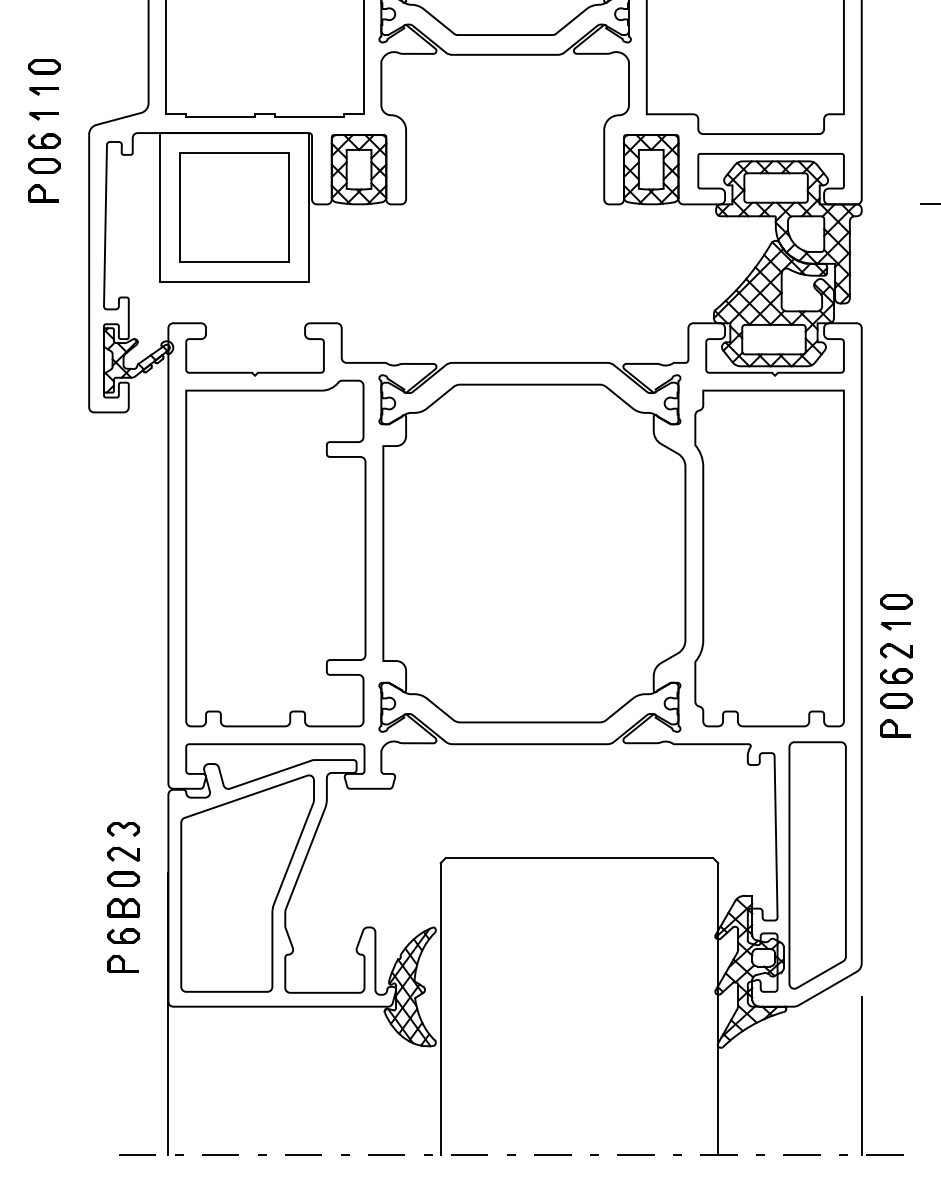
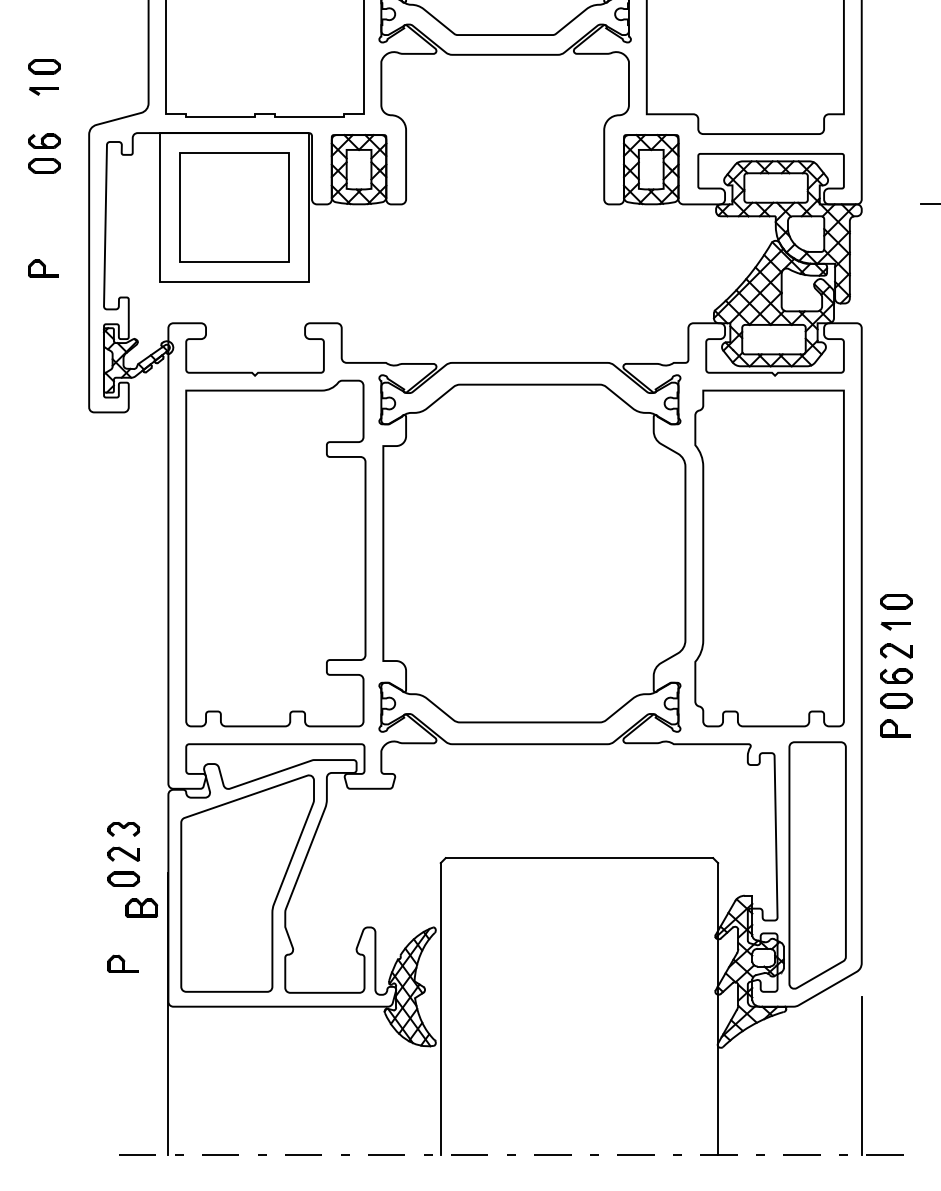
part at (43, 115): present -> none
part at (43, 193) position: (43, 193) -> (43, 268)
part at (123, 907) position: (123, 907) -> (141, 907)
part at (123, 935): present -> none
